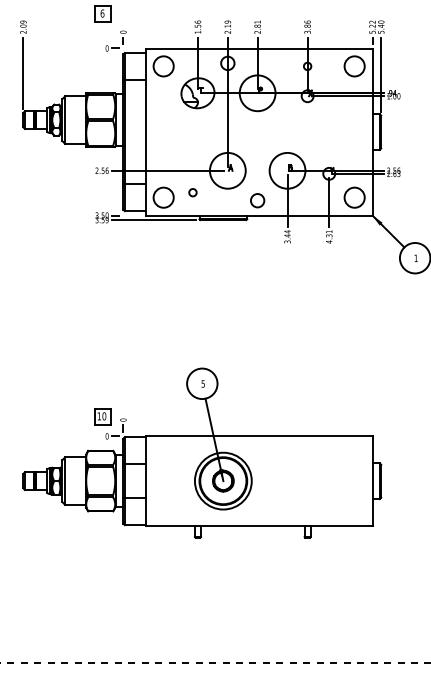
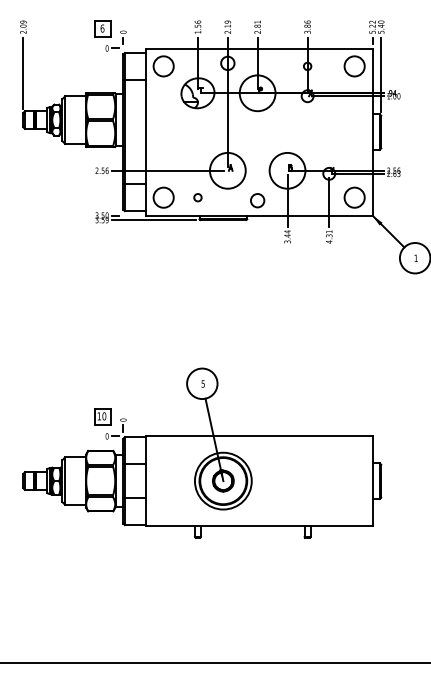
part at (102, 13) position: (102, 13) -> (102, 28)
circle at (192, 192) position: (192, 192) -> (197, 197)
line at (216, 663): dashed -> solid
